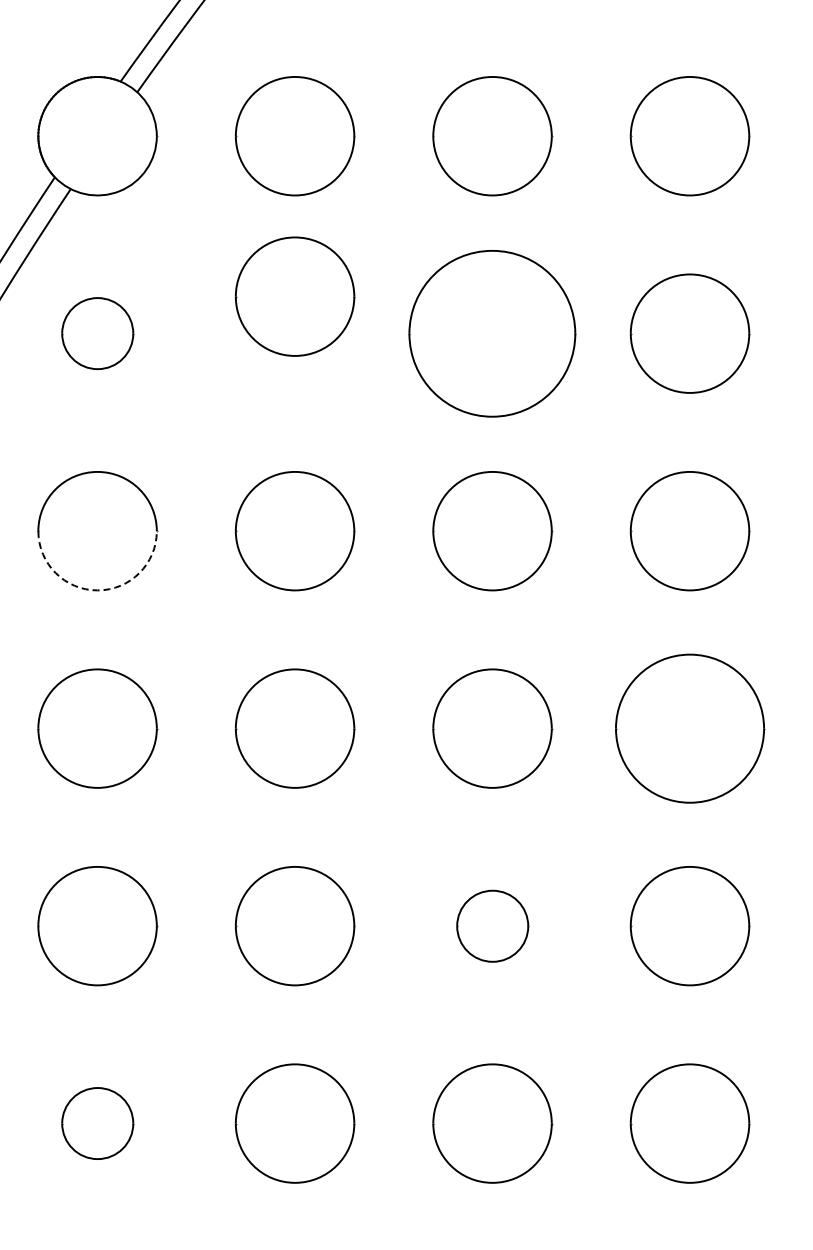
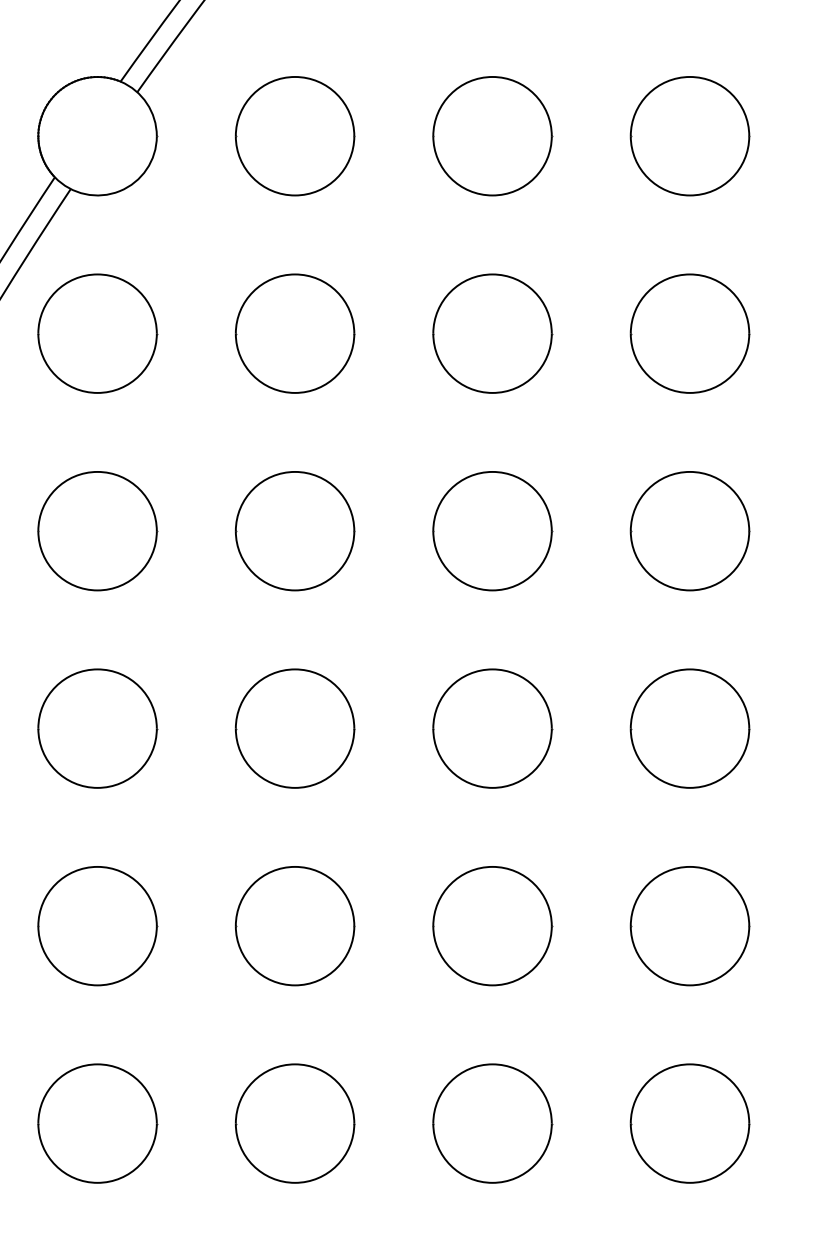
part at (294, 296) position: (294, 296) -> (294, 333)
part at (97, 333) size: 74x73 px -> 122x121 px
part at (492, 333) size: 169x168 px -> 122x121 px
arc at (97, 590): dashed -> solid
part at (690, 728) size: 151x151 px -> 122x121 px
part at (492, 925) size: 74x74 px -> 122x121 px
part at (97, 1123) size: 74x73 px -> 122x121 px
